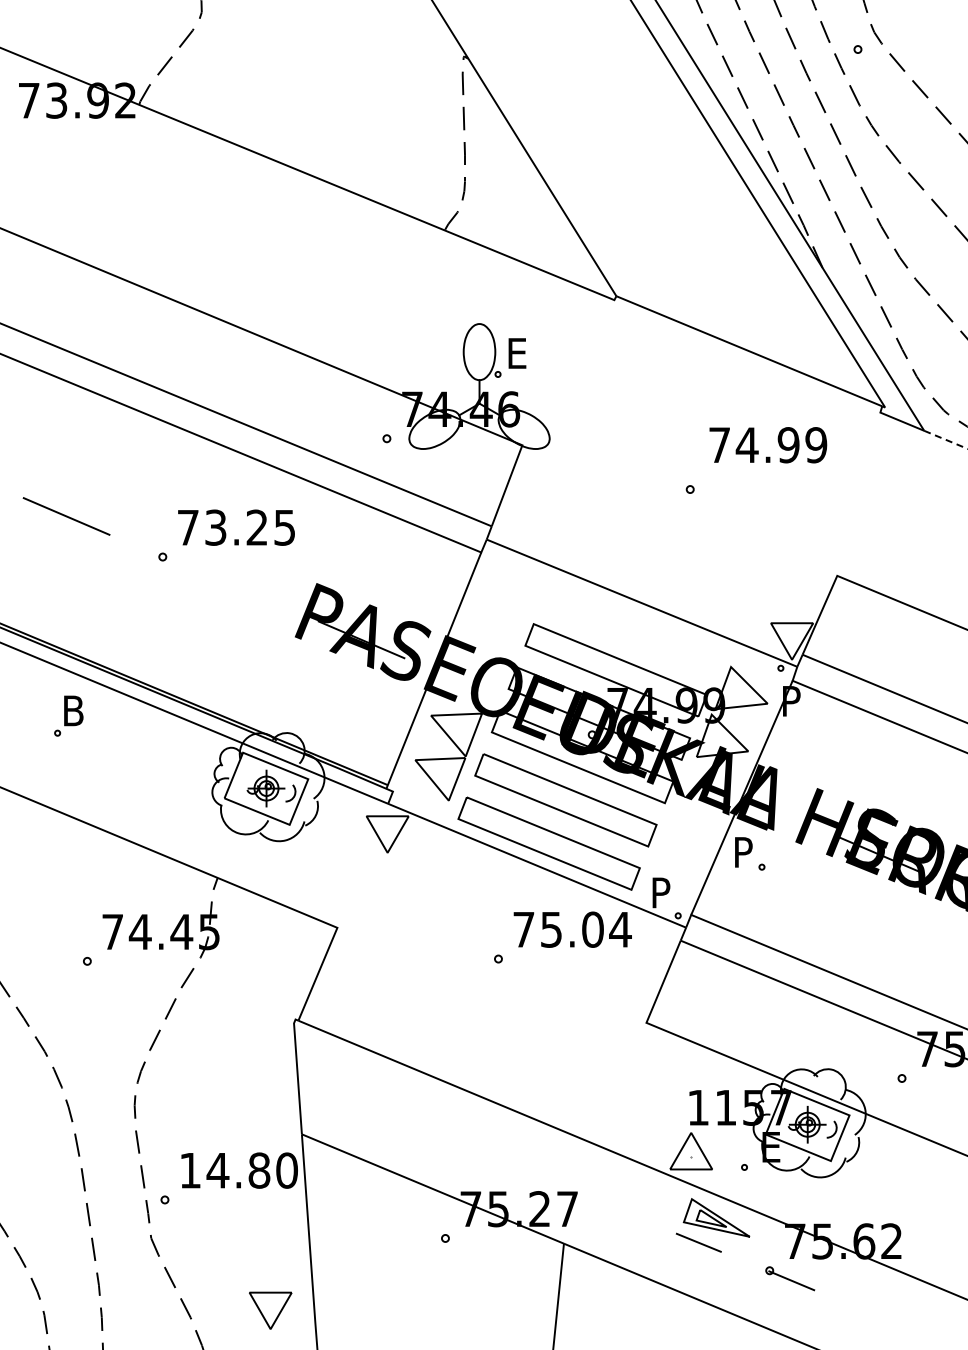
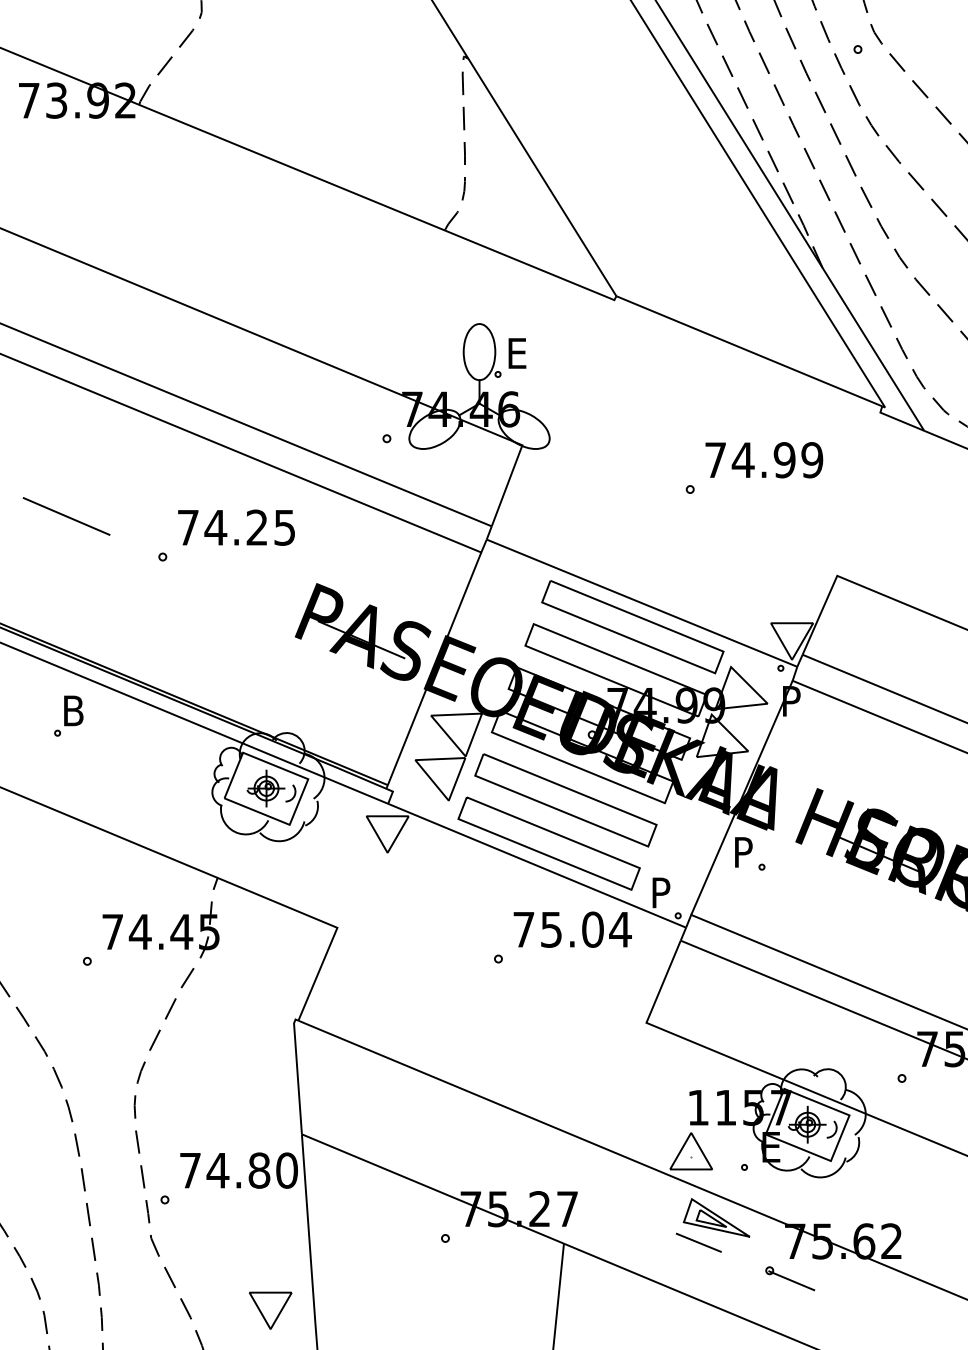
line at (946, 440): dashed -> solid
text at (768, 445) position: (768, 445) -> (764, 460)
text at (215, 527): 73.25 -> 74.25
part at (632, 627): none -> present
text at (190, 1170): 14.80 -> 74.80
